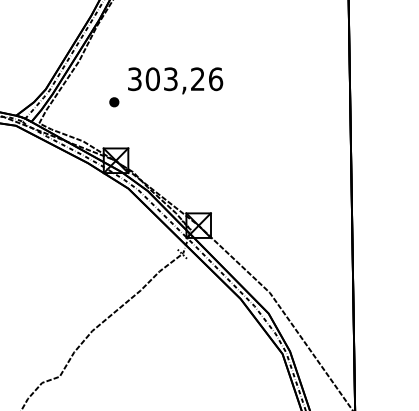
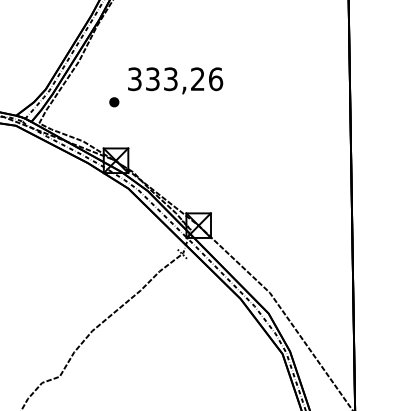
text at (152, 79): 303,26 -> 333,26
